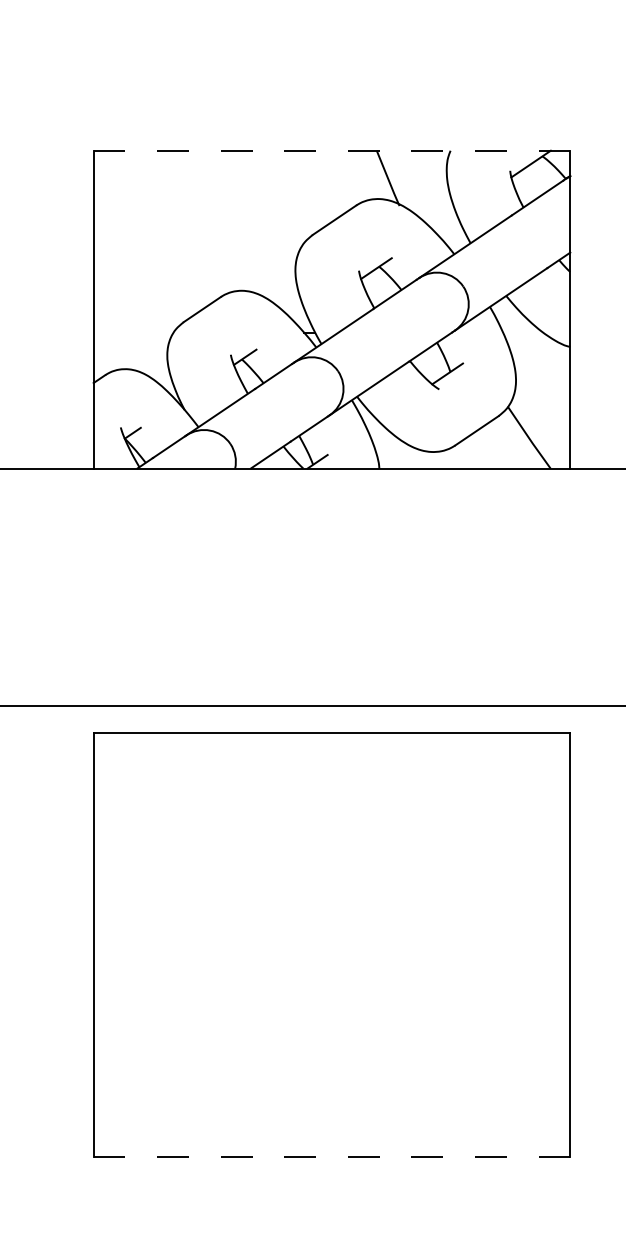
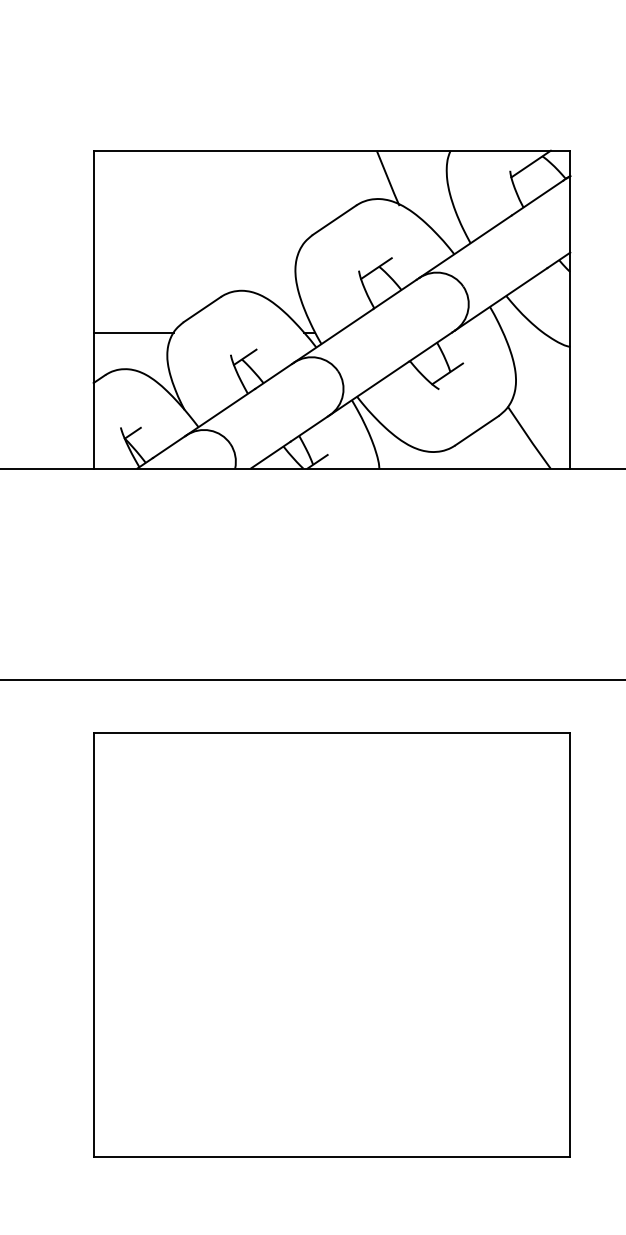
line at (332, 150): dashed -> solid
line at (133, 332): none -> present
line at (312, 706) position: (312, 706) -> (312, 680)
line at (331, 1157): dashed -> solid
